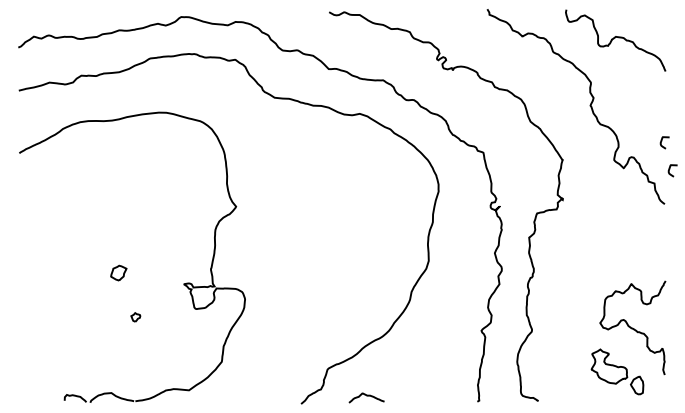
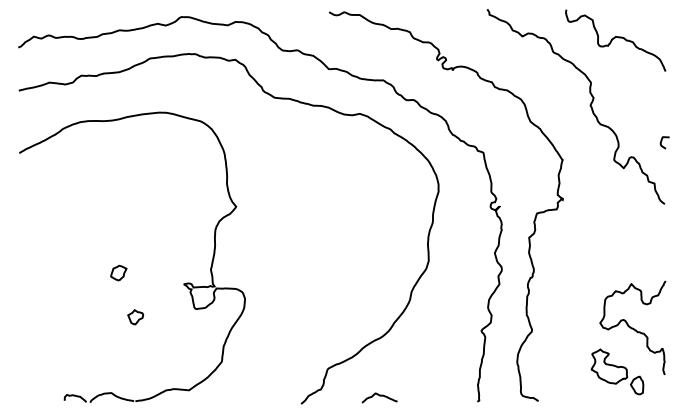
curve at (670, 169): present -> none
part at (135, 317) size: 12x11 px -> 18x17 px
curve at (366, 396) position: (366, 396) -> (379, 396)
